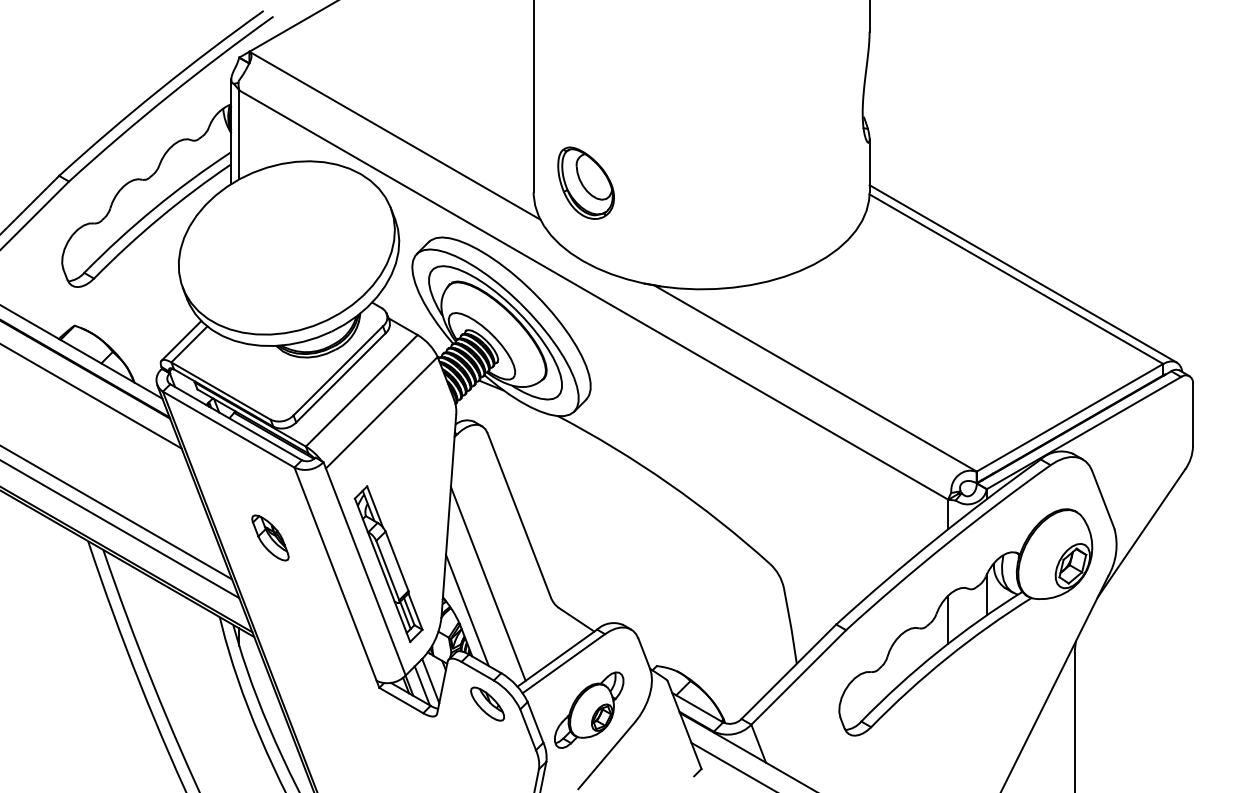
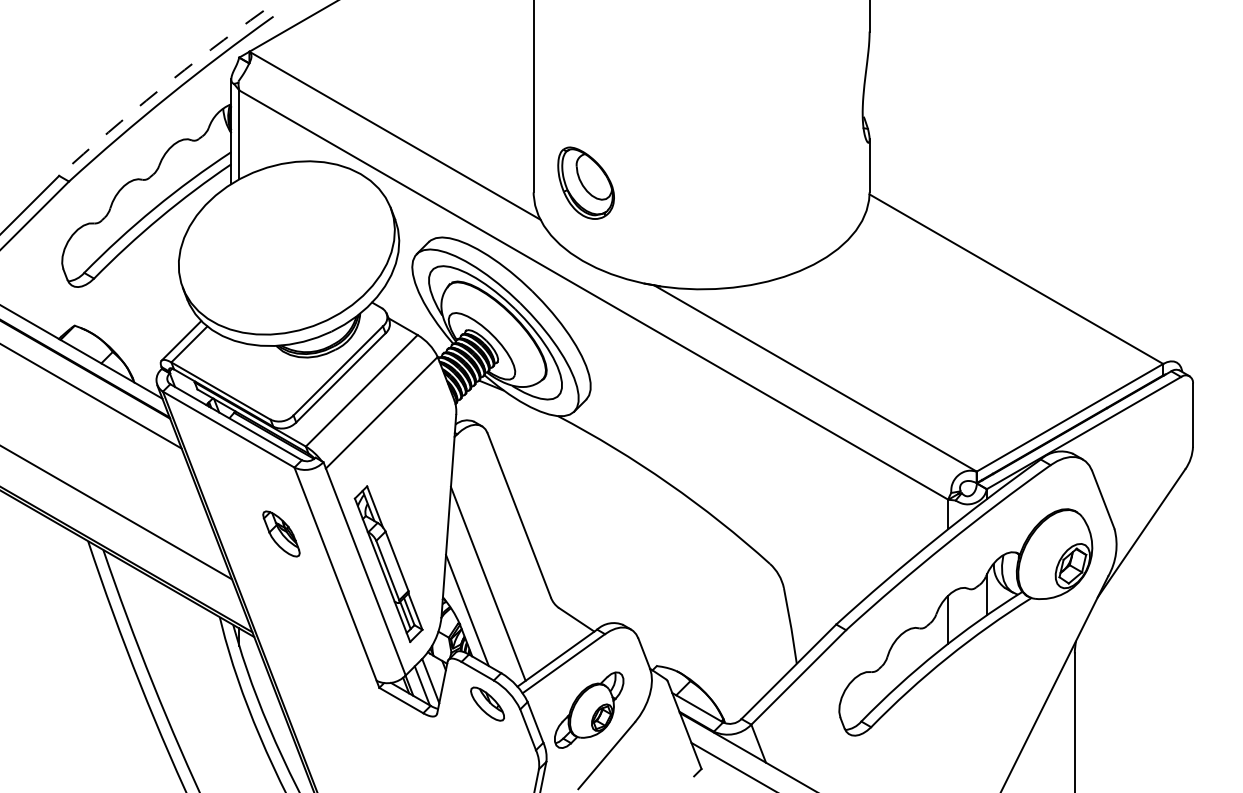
arc at (158, 90): solid -> dashed
line at (1022, 273): present -> none
line at (120, 529): present -> none
part at (270, 537) position: (270, 537) -> (281, 533)
